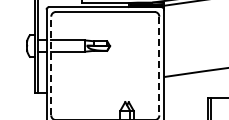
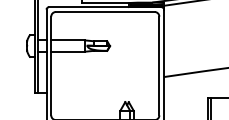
line at (51, 65): dashed -> solid
line at (159, 66): dashed -> solid
